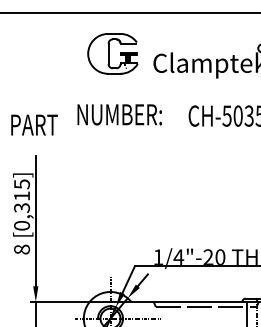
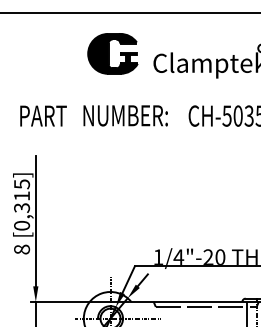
fill at (112, 53): none -> present
text at (119, 114) position: (119, 114) -> (125, 115)
text at (34, 124) position: (34, 124) -> (43, 115)
